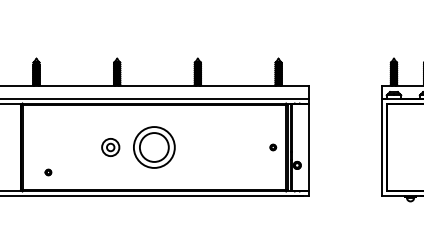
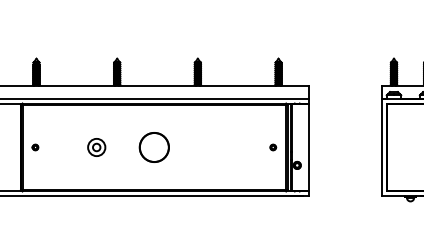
part at (110, 147) position: (110, 147) -> (96, 147)
circle at (153, 147) diameter: 41 px -> 29 px
part at (48, 172) position: (48, 172) -> (35, 147)
